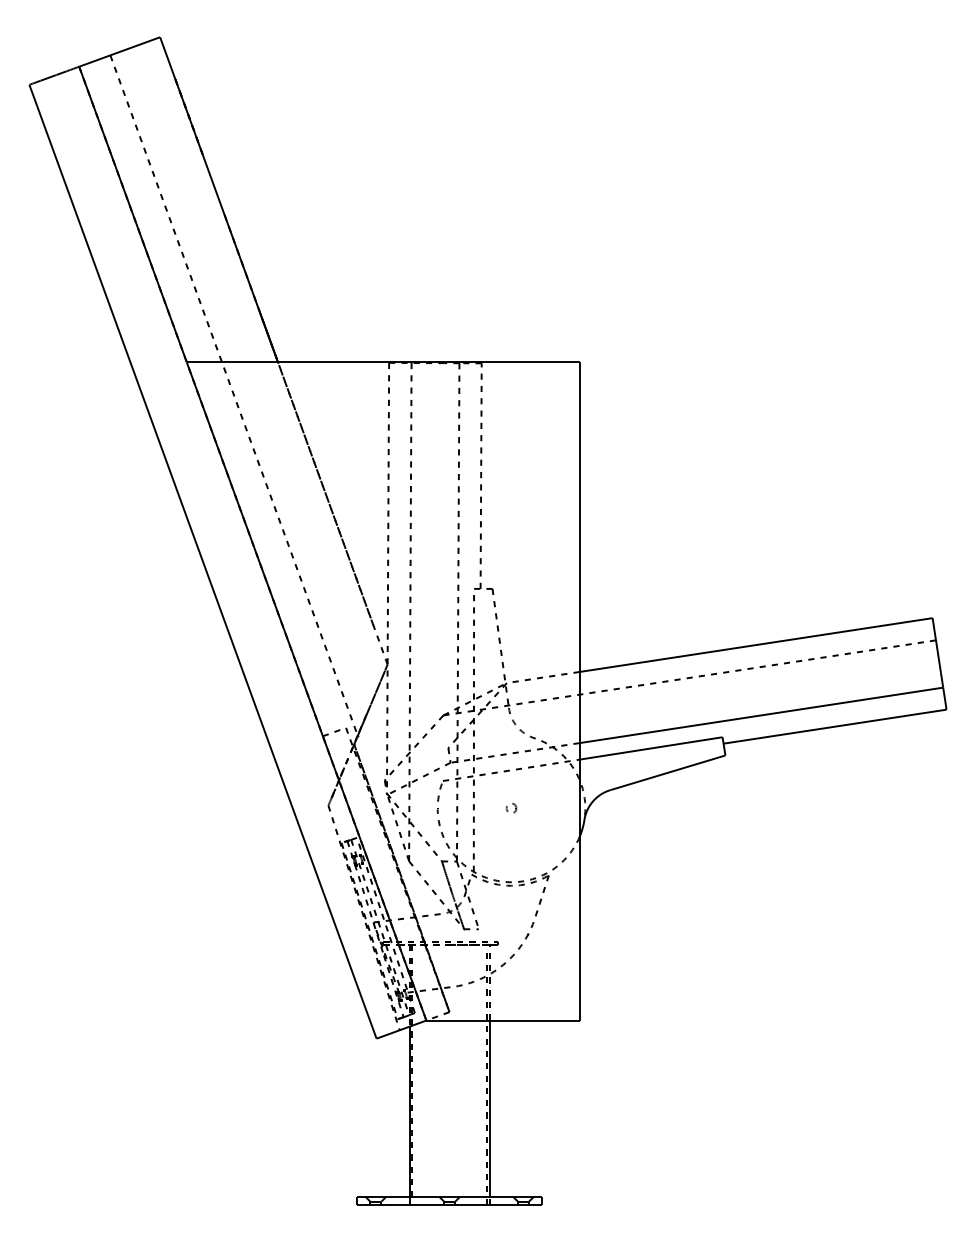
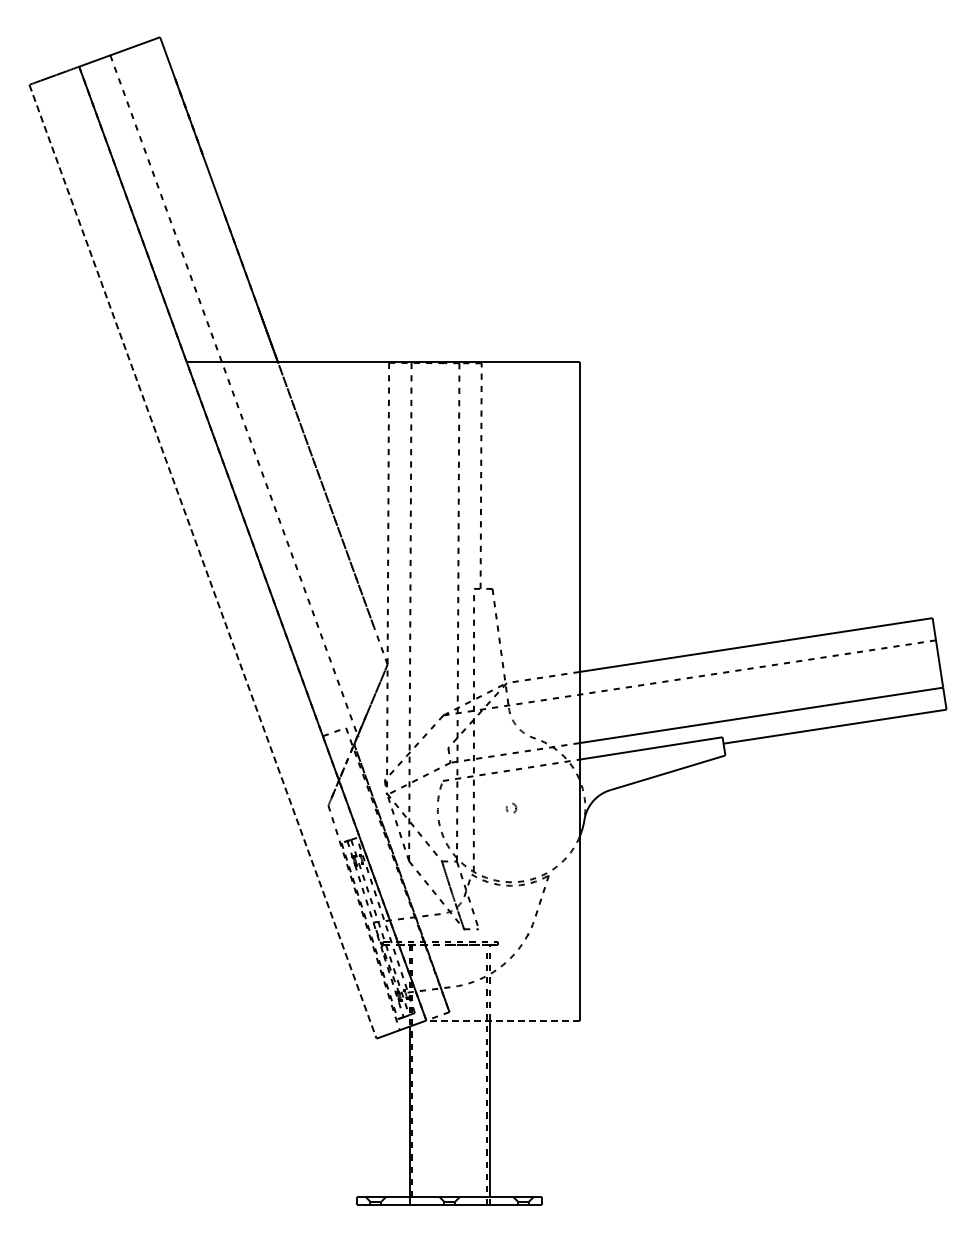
line at (203, 561): solid -> dashed
line at (502, 1020): solid -> dashed
